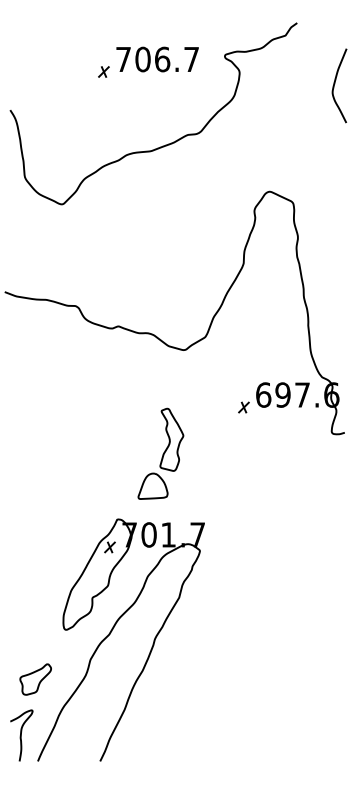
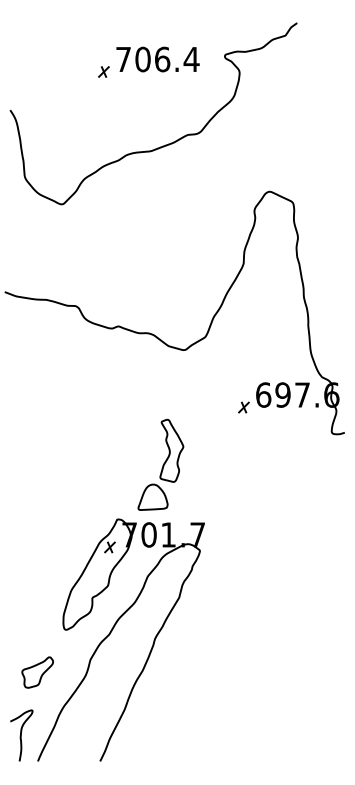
text at (191, 59): 706.7 -> 706.4
curve at (335, 84): present -> none
part at (160, 453) position: (160, 453) -> (160, 464)
part at (35, 679) position: (35, 679) -> (37, 672)
